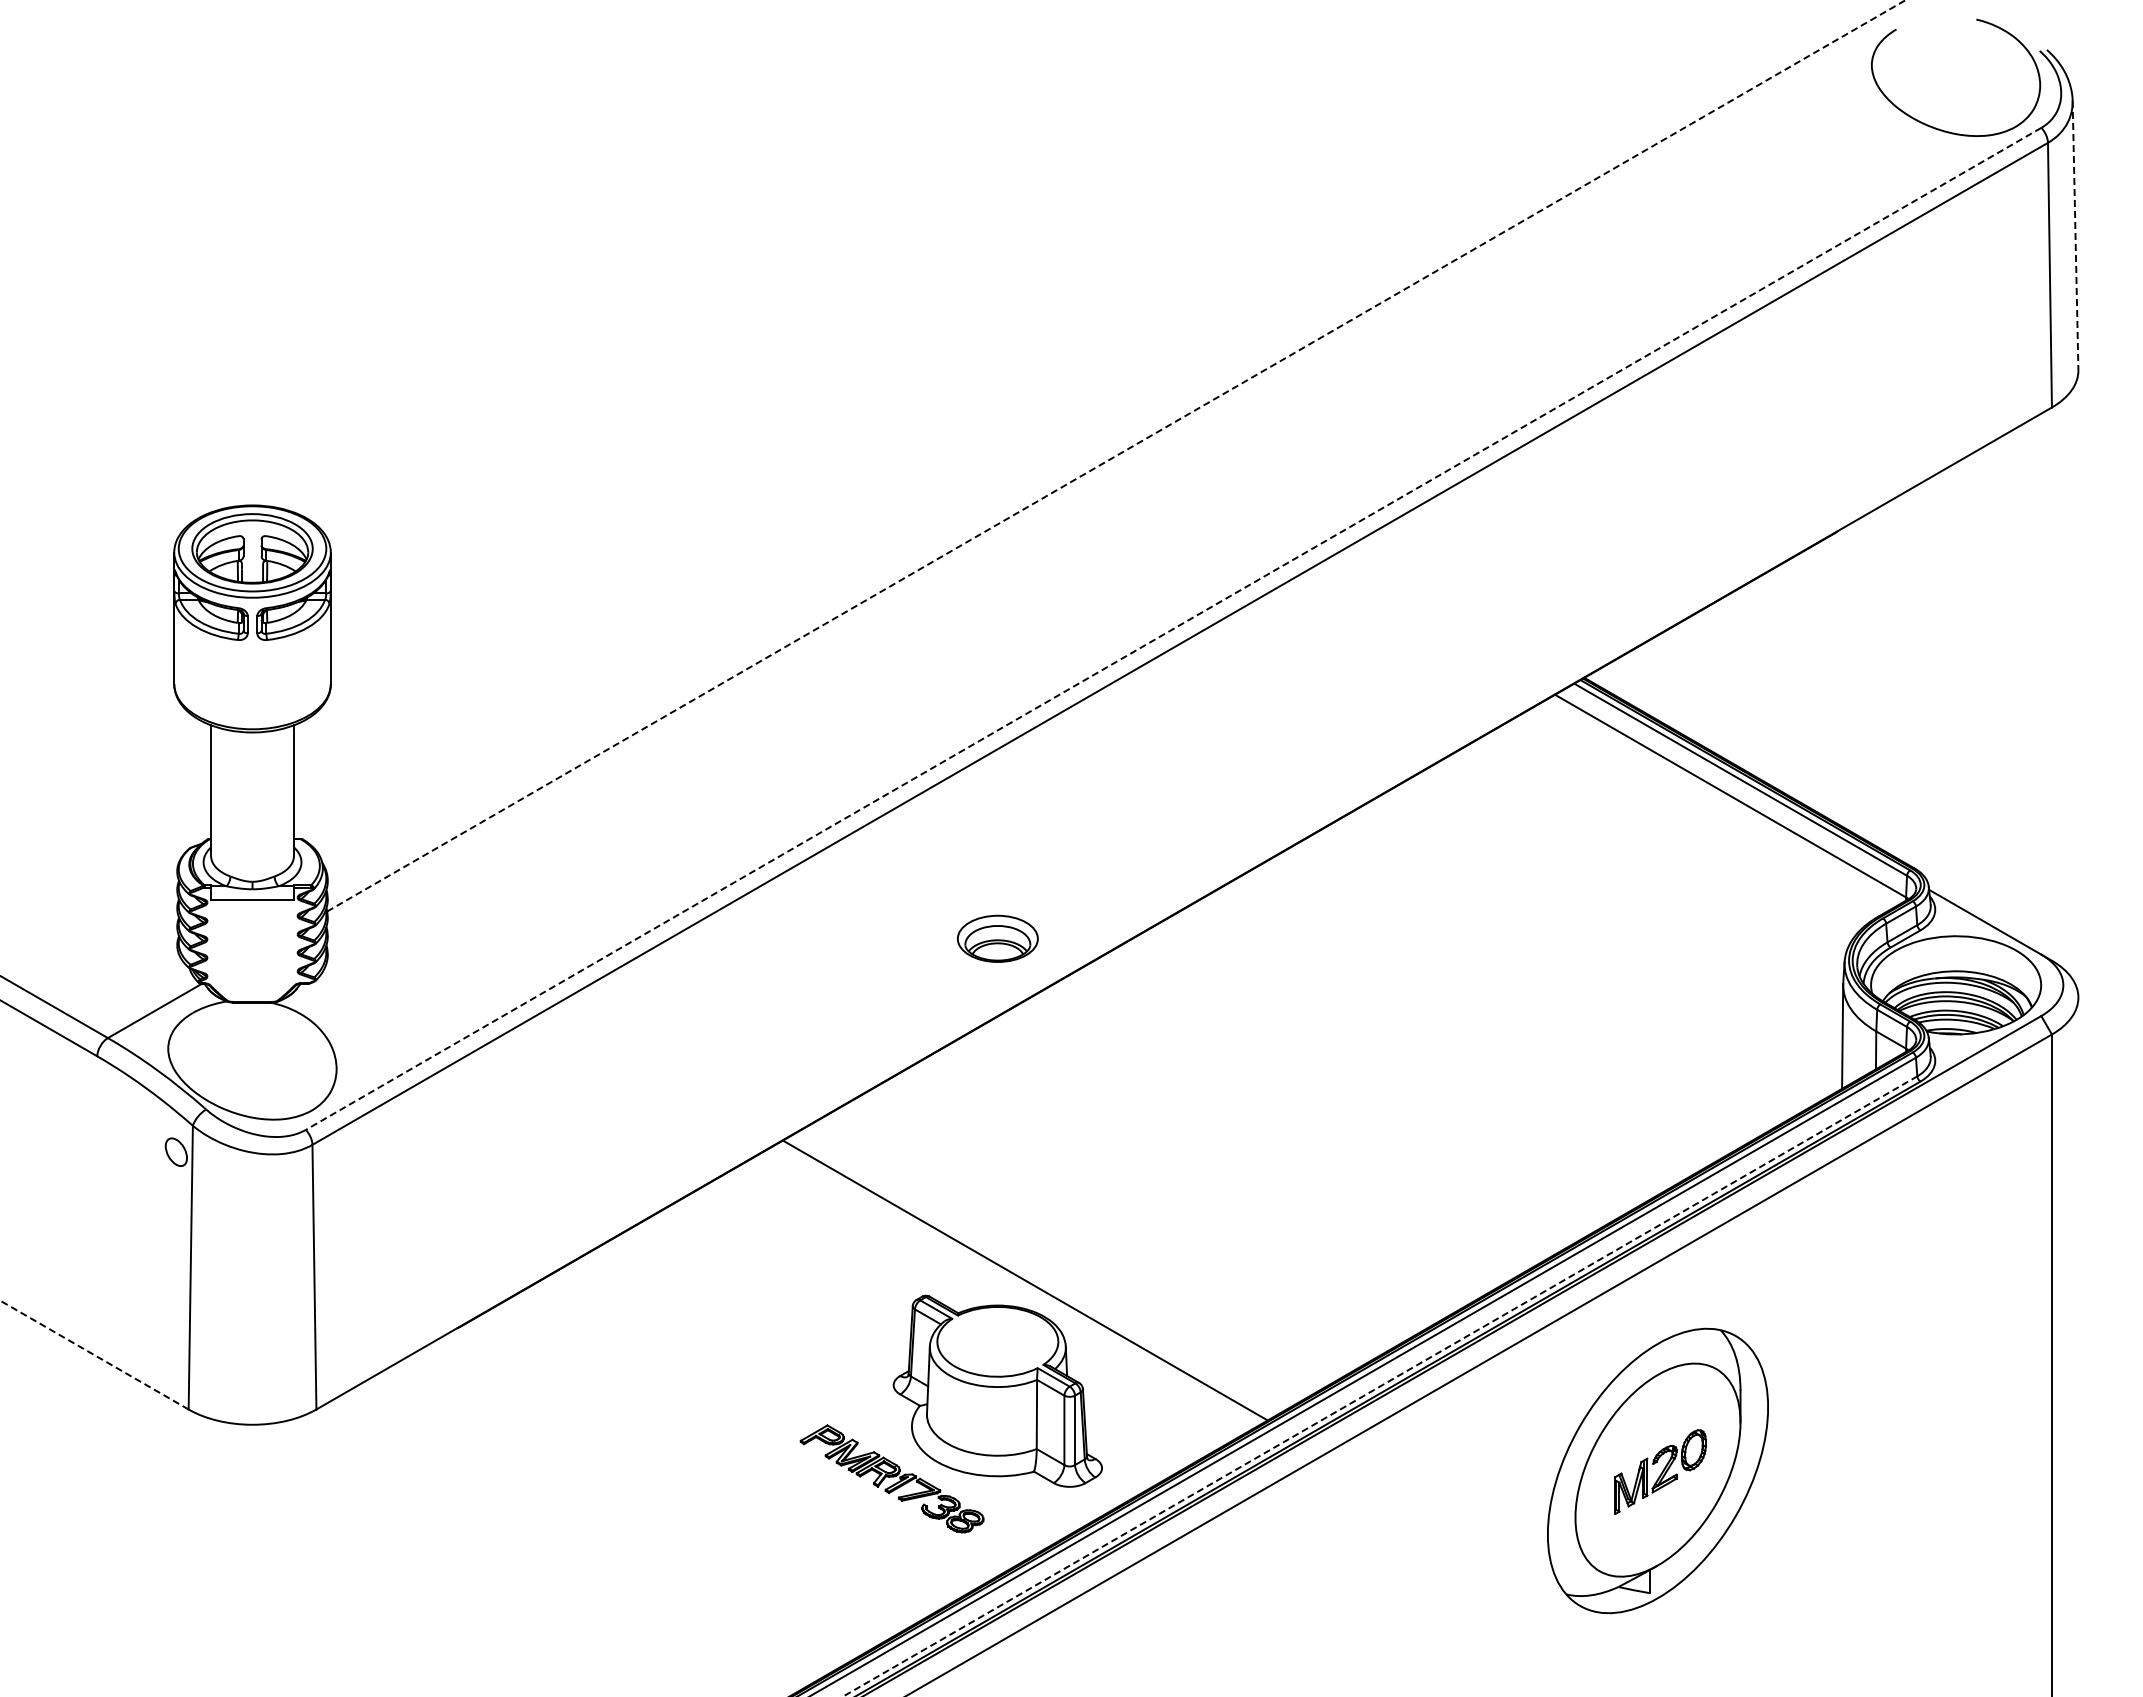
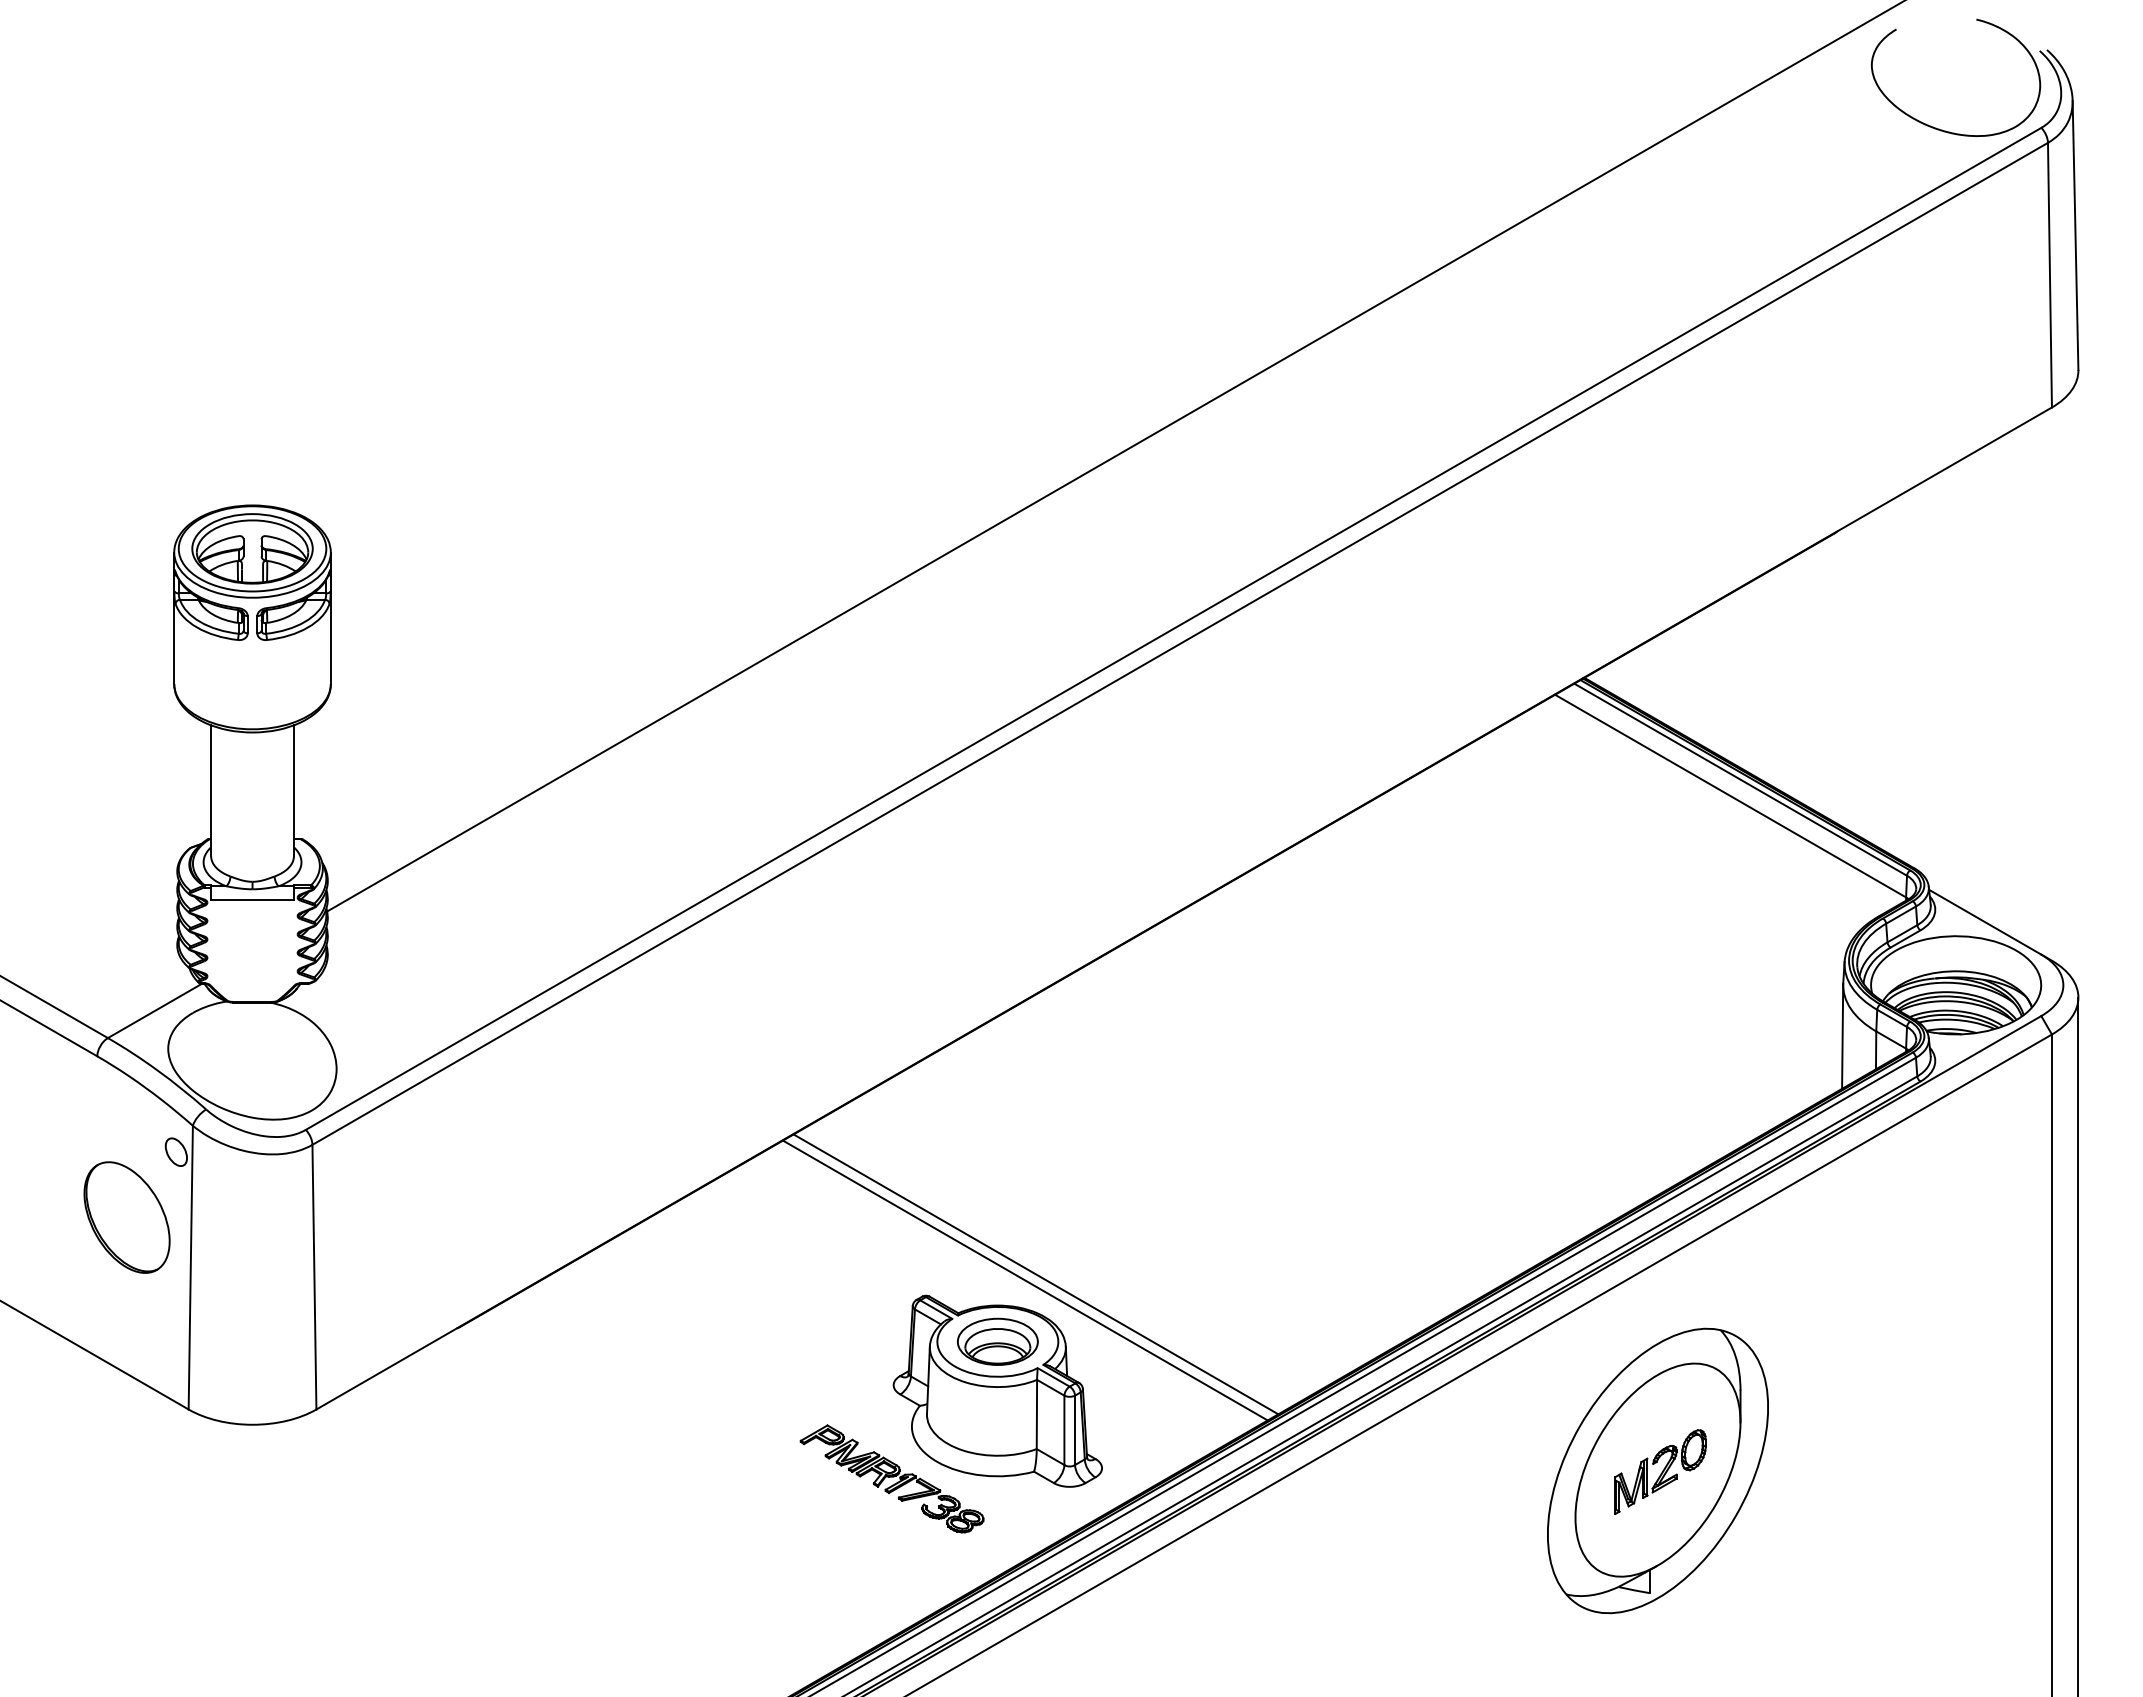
line at (2075, 235): dashed -> solid
line at (1116, 455): dashed -> solid
line at (1173, 629): dashed -> solid
part at (997, 938) position: (997, 938) -> (997, 1341)
part at (126, 1217): none -> present
line at (1035, 1274): none -> present
line at (2078, 1345): none -> present
line at (94, 1355): dashed -> solid
line at (1380, 1386): dashed -> solid
